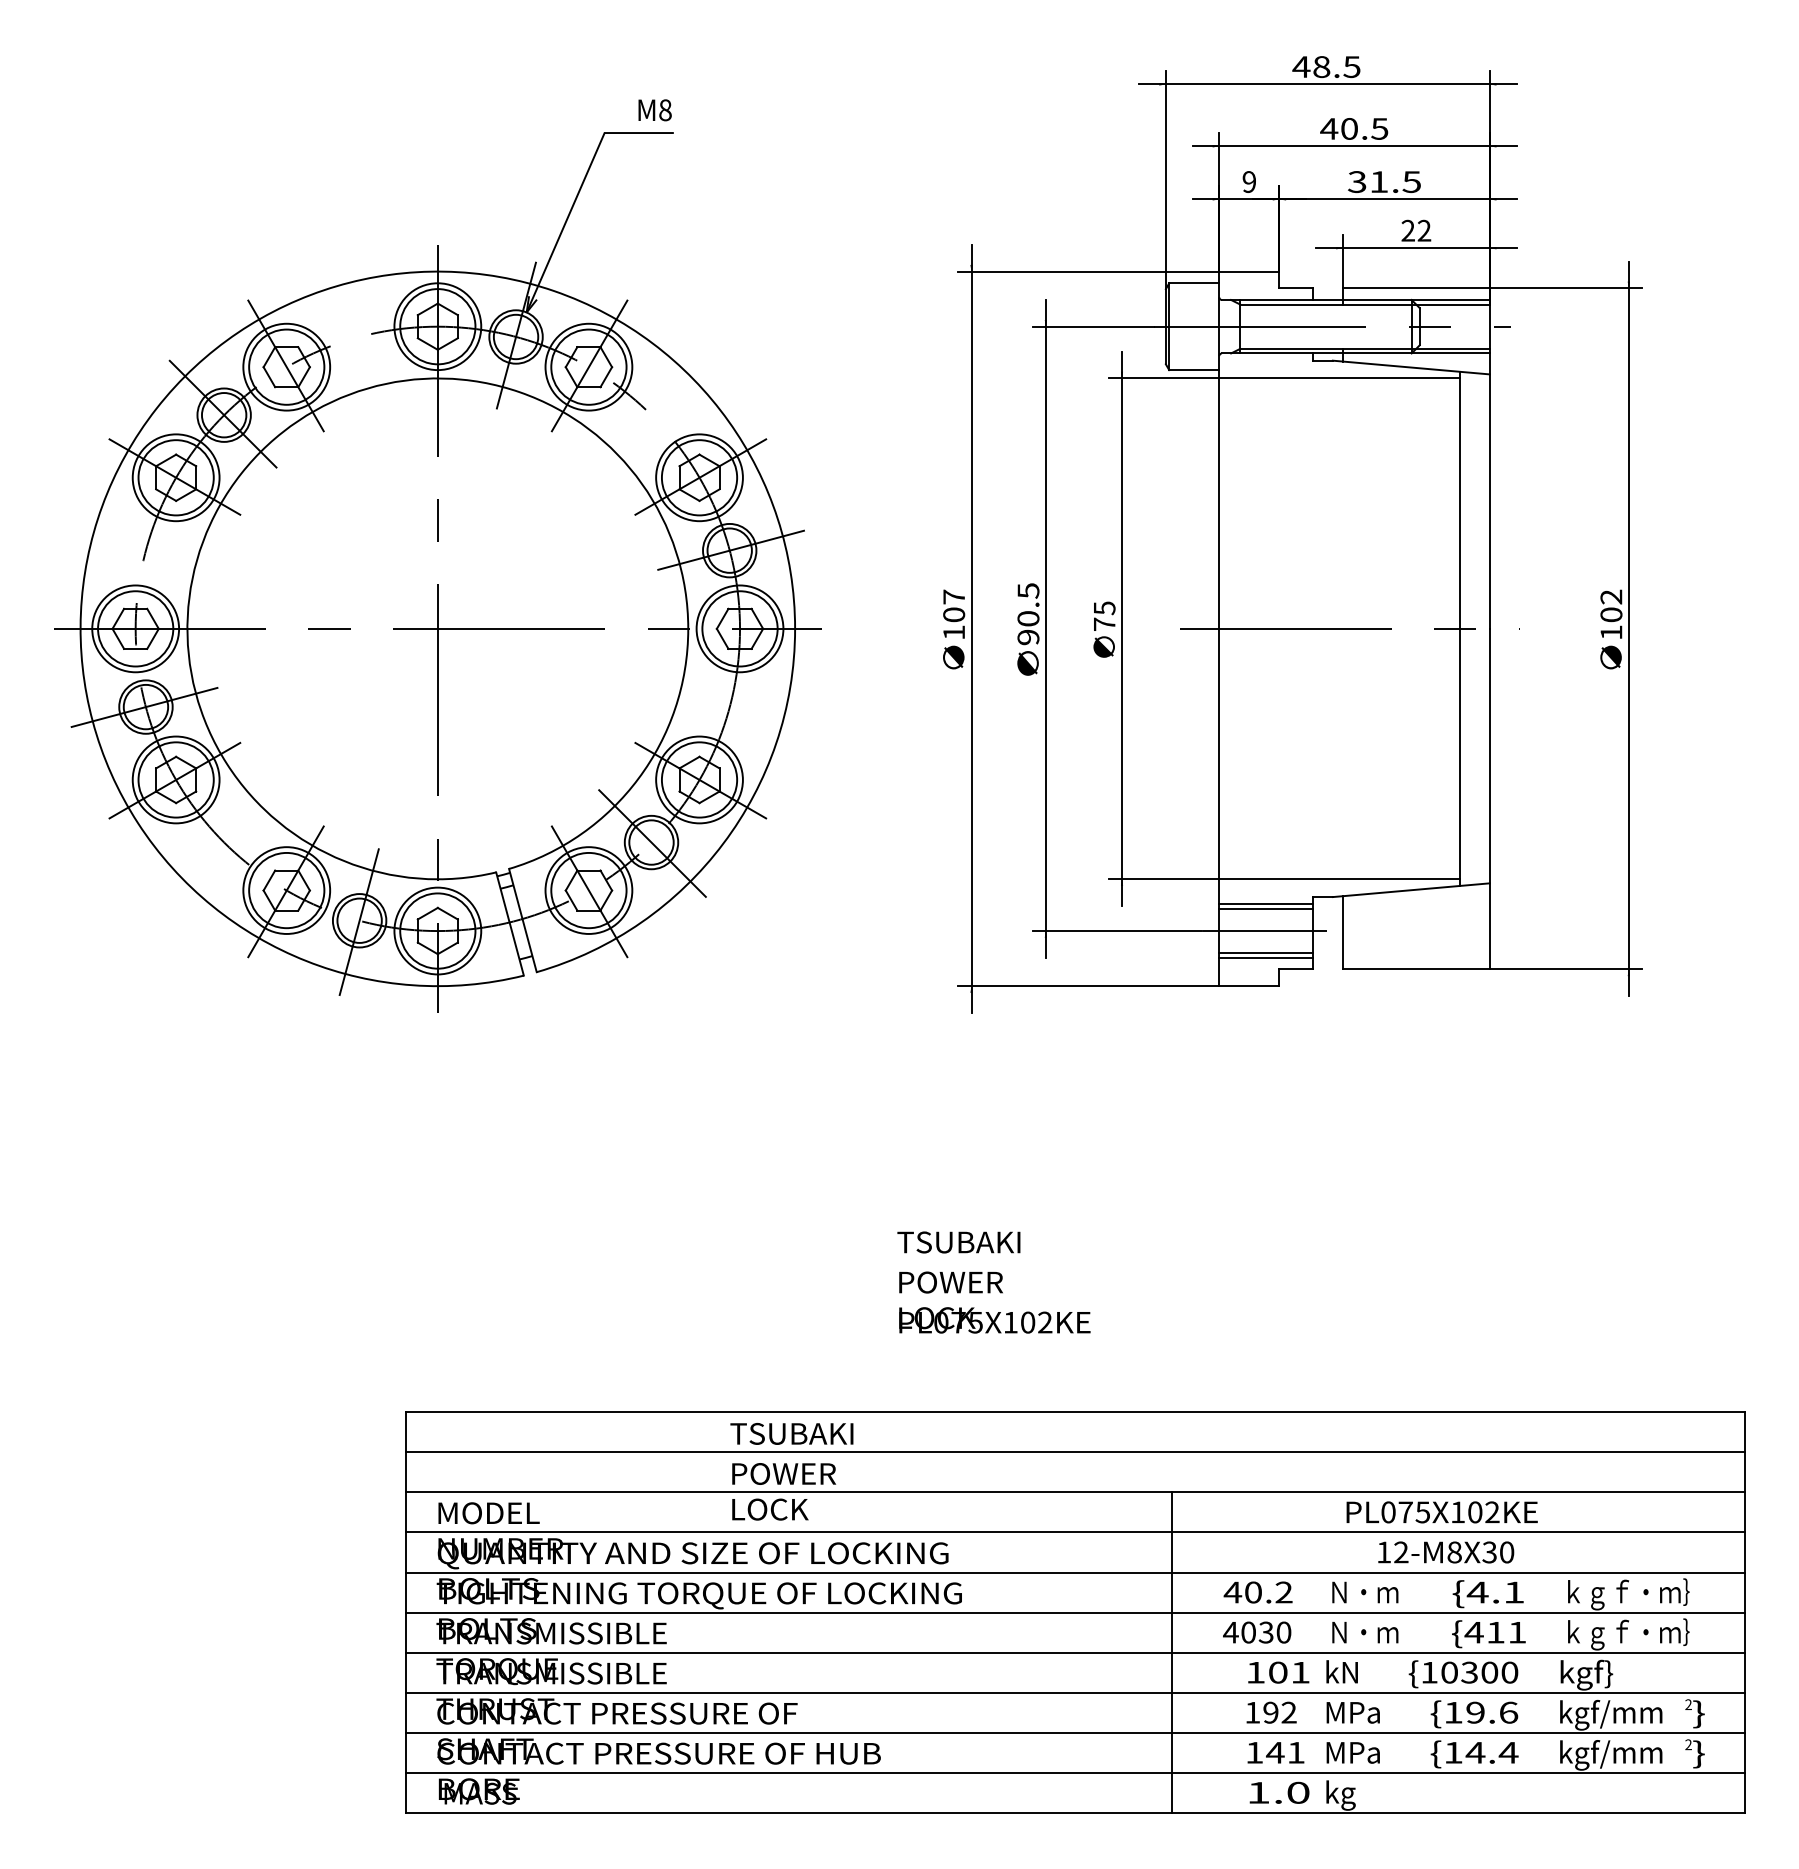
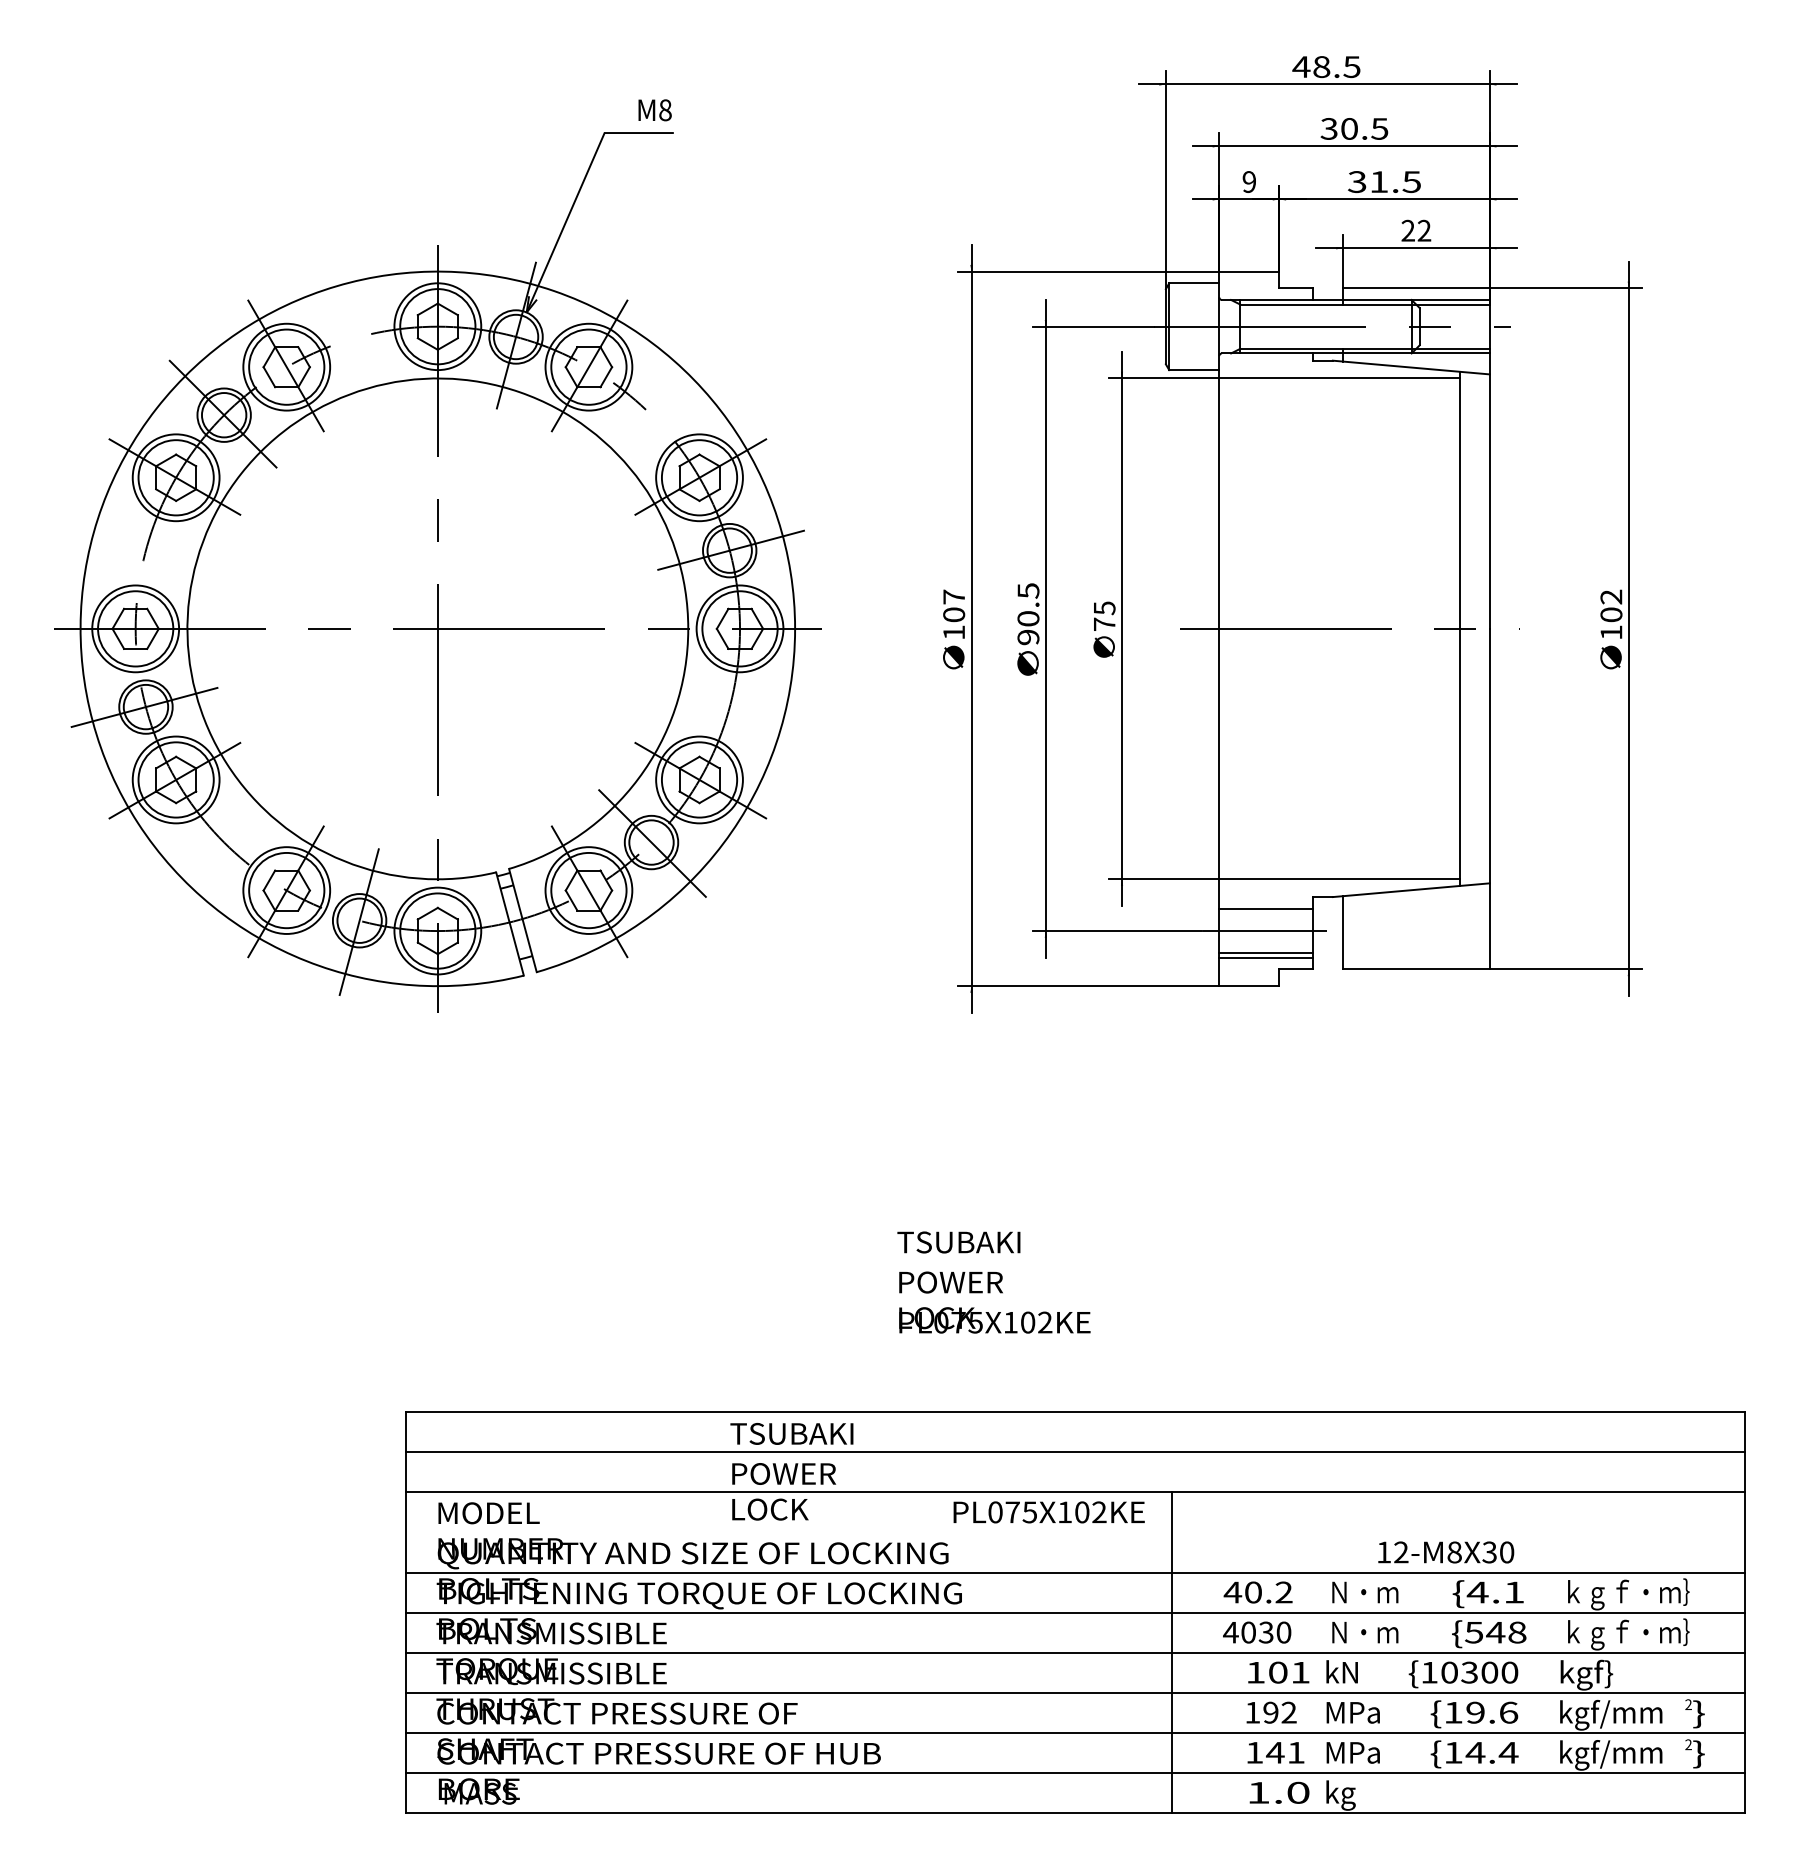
text at (1329, 128): 40.5 -> 30.5
line at (1265, 904): present -> none
text at (1441, 1512) position: (1441, 1512) -> (1048, 1512)
line at (1075, 1532): present -> none
text at (1495, 1632): 411 -> 548
